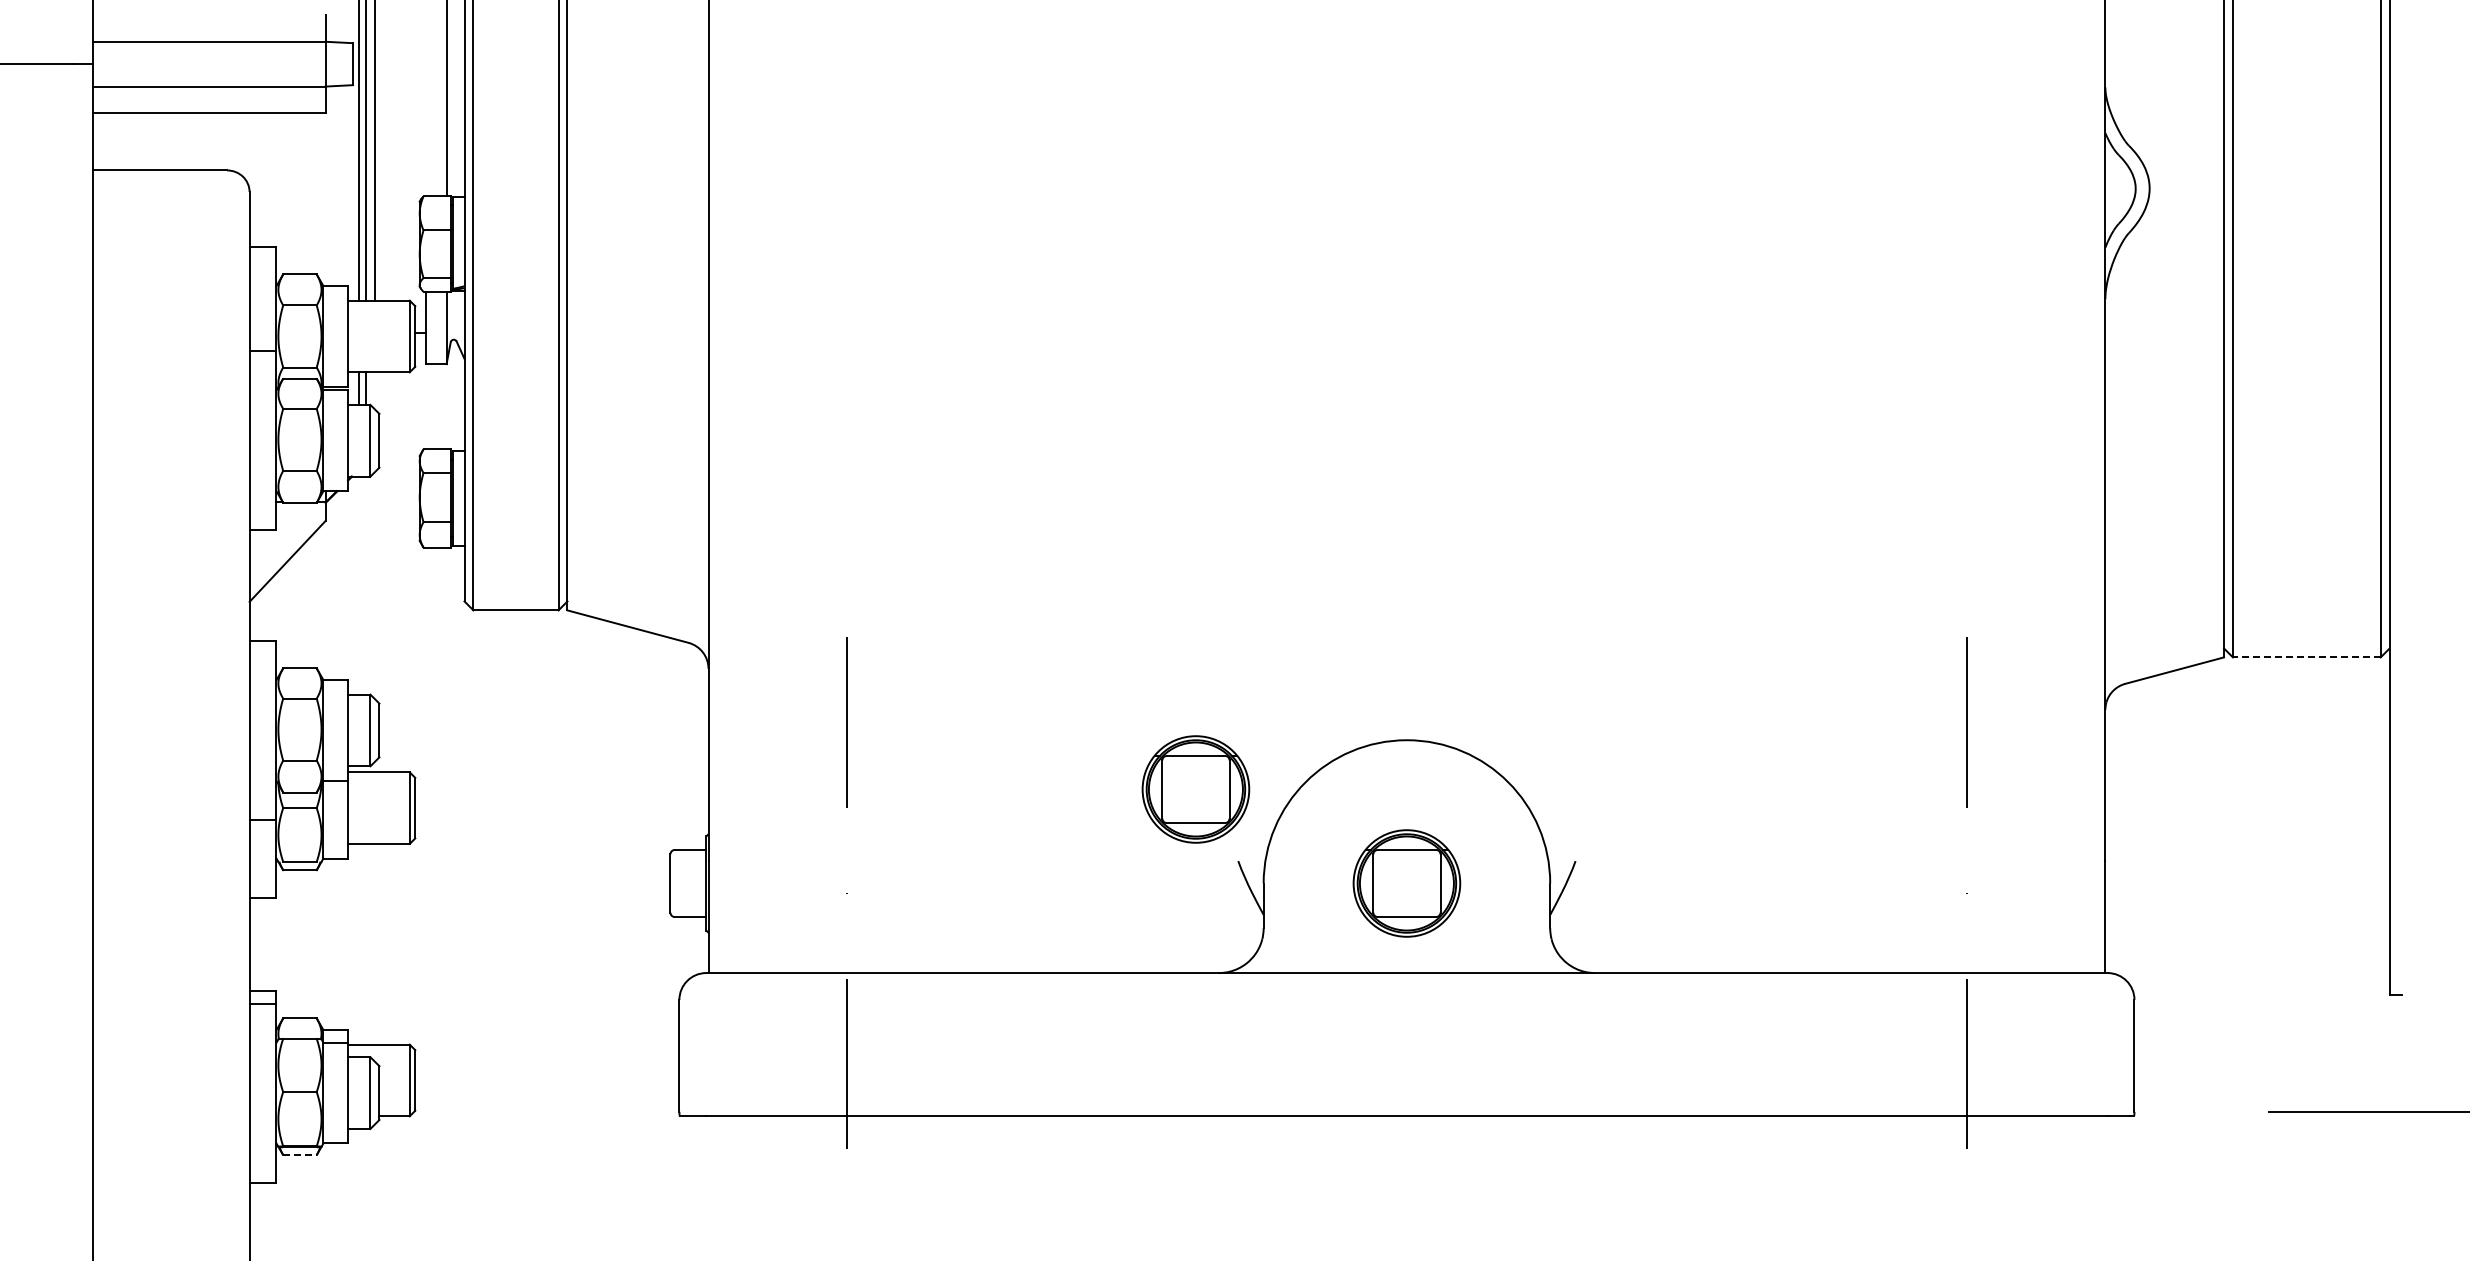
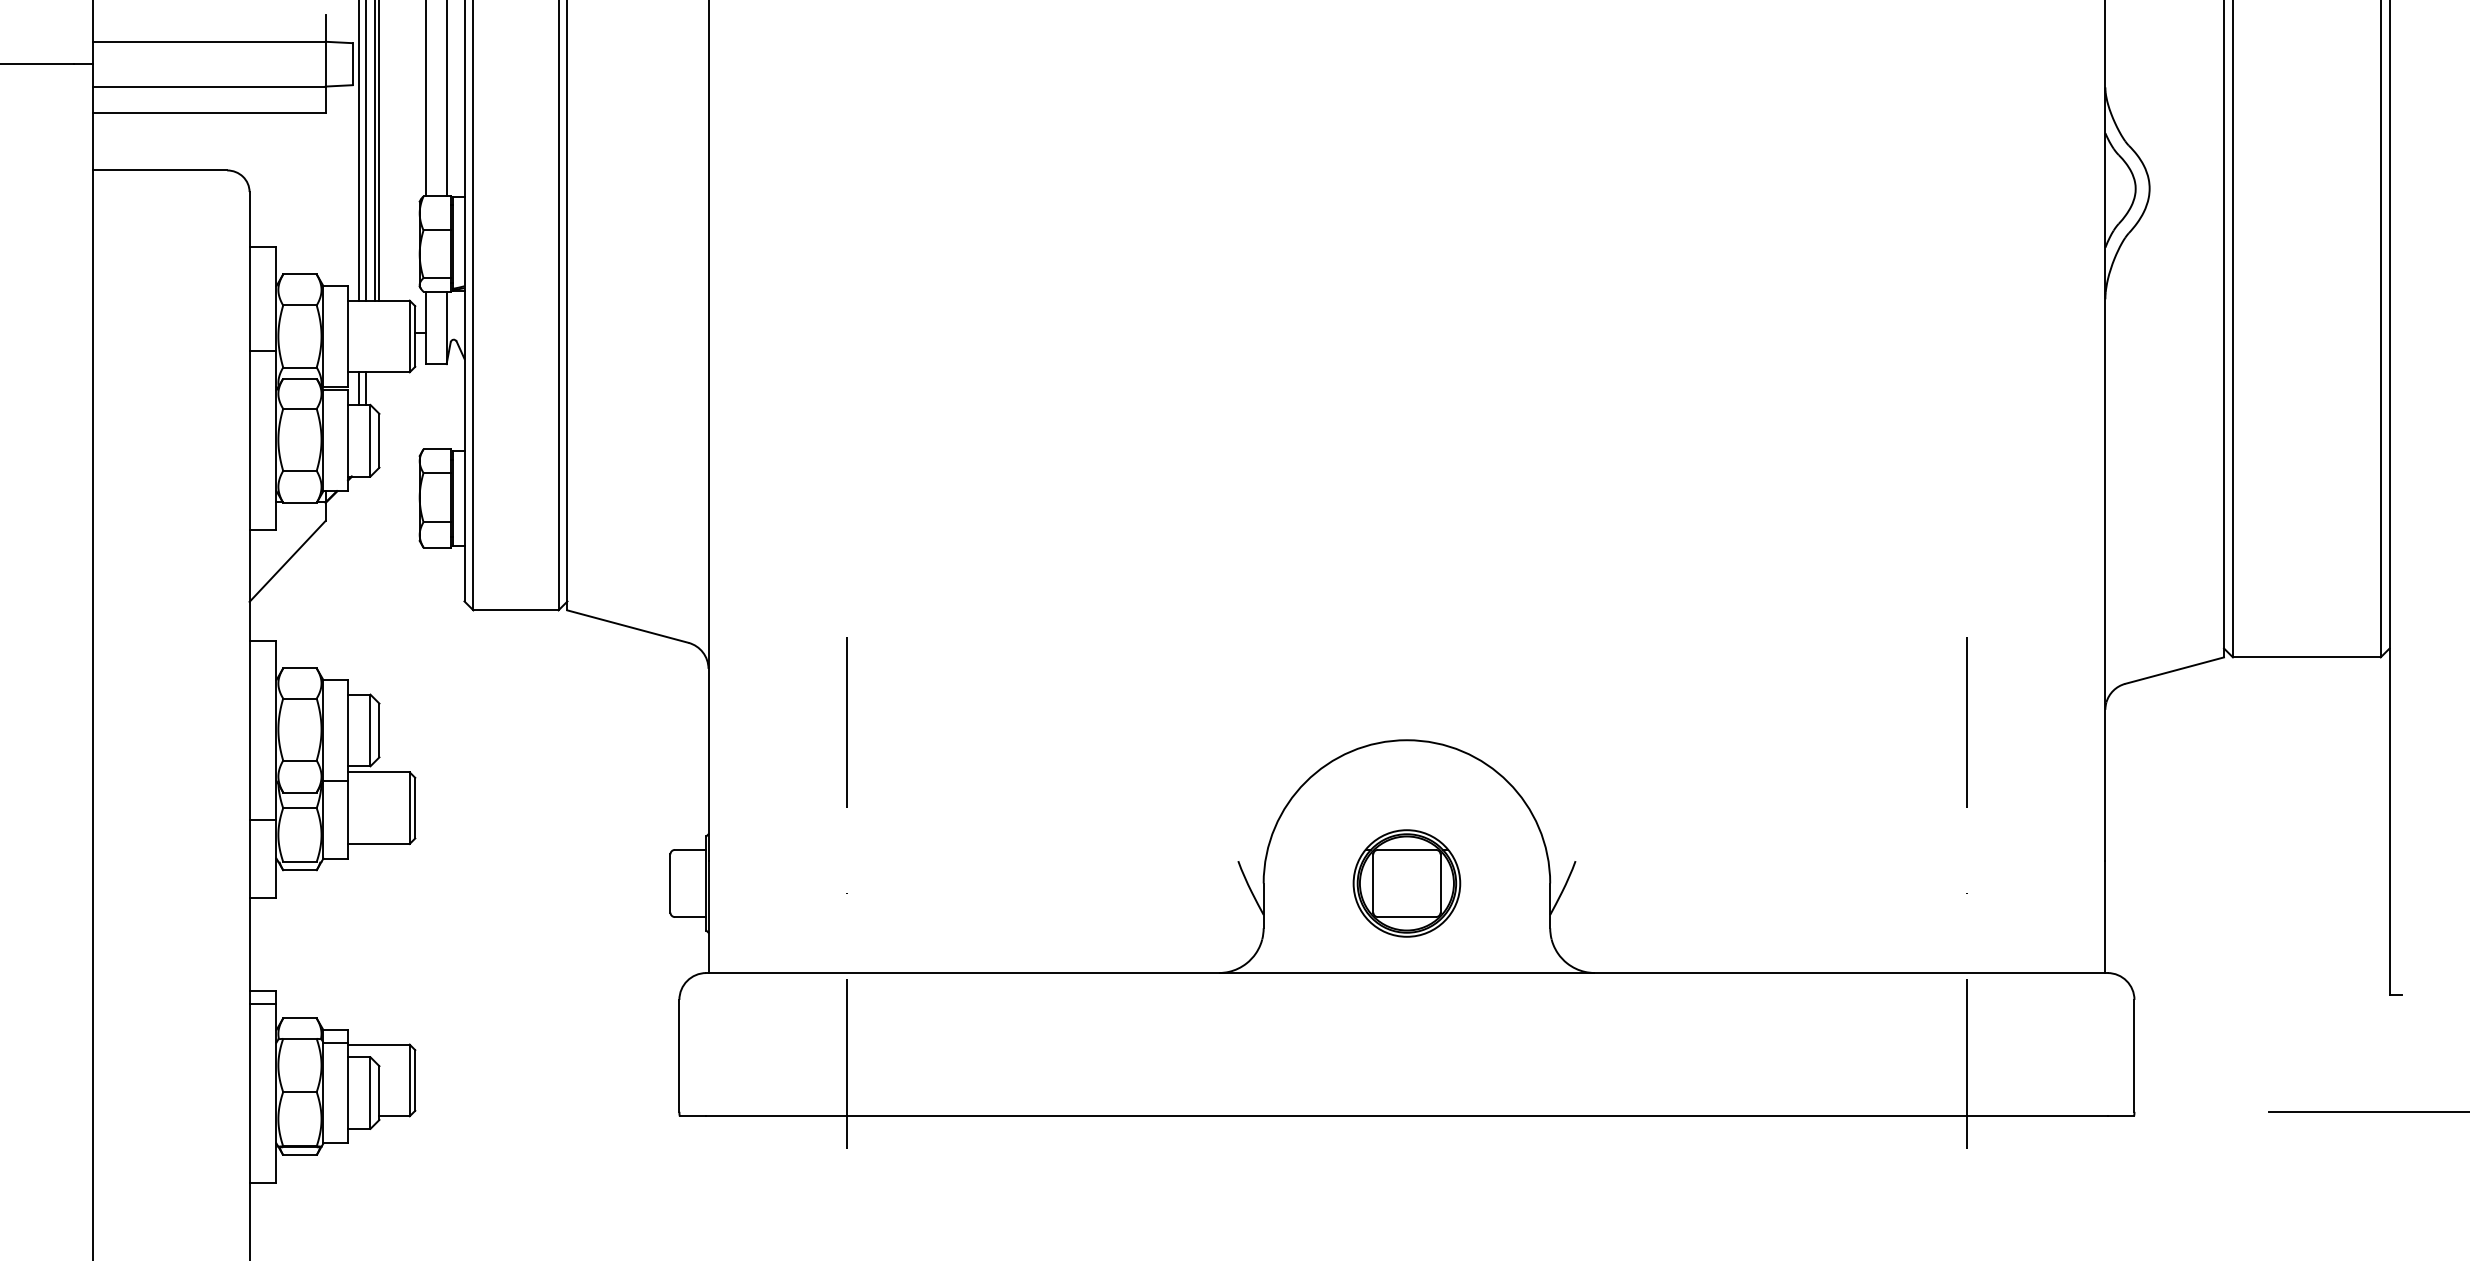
line at (426, 99): none -> present
line at (379, 151): none -> present
line at (2306, 657): dashed -> solid
part at (1195, 789): present -> none
line at (299, 1155): dashed -> solid
